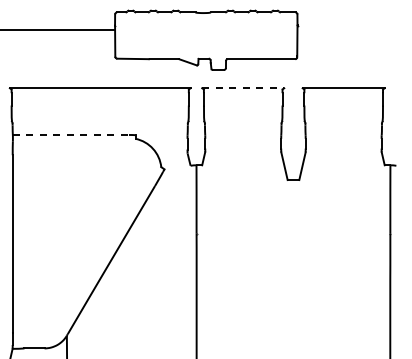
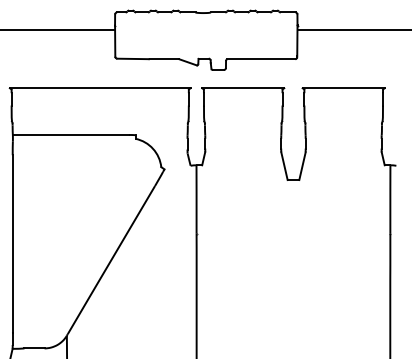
line at (352, 29): none -> present
line at (243, 88): dashed -> solid
line at (71, 134): dashed -> solid
